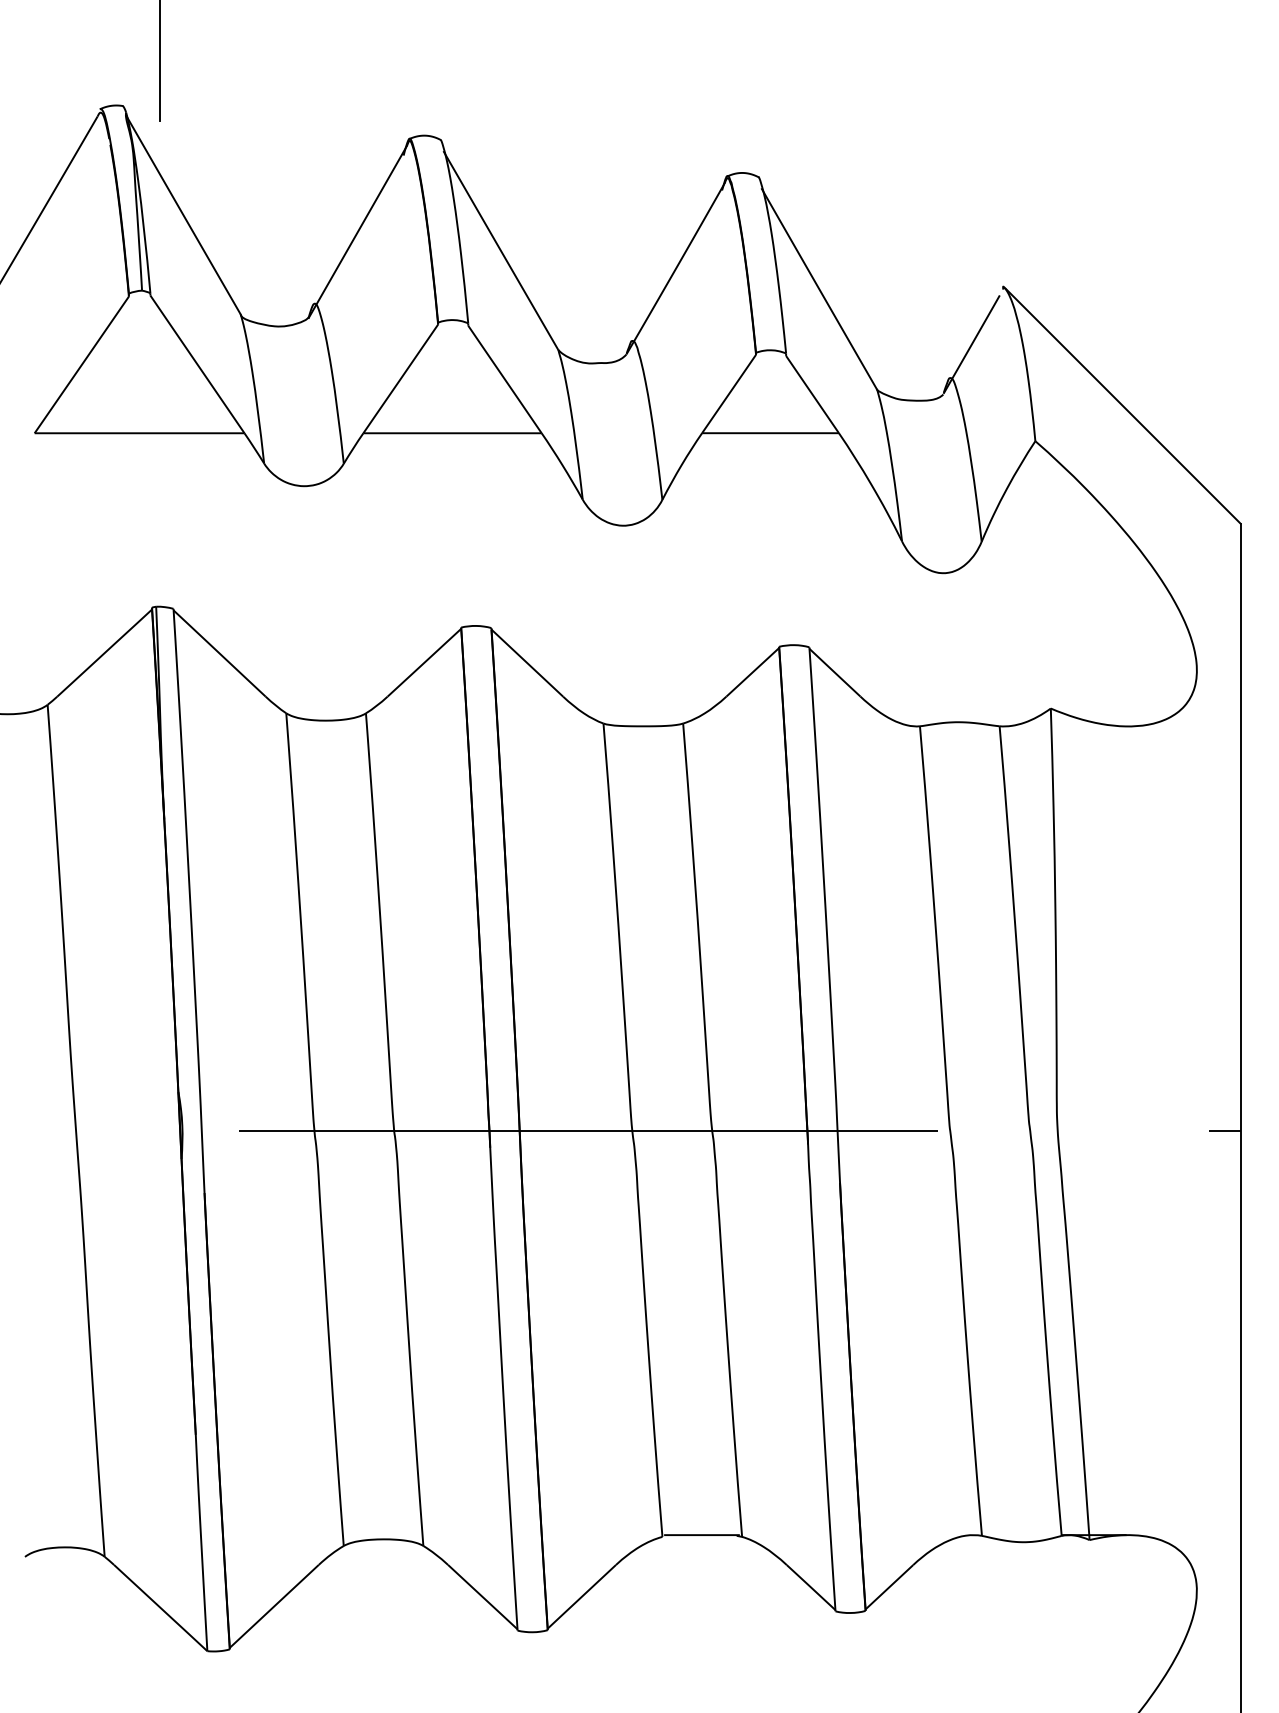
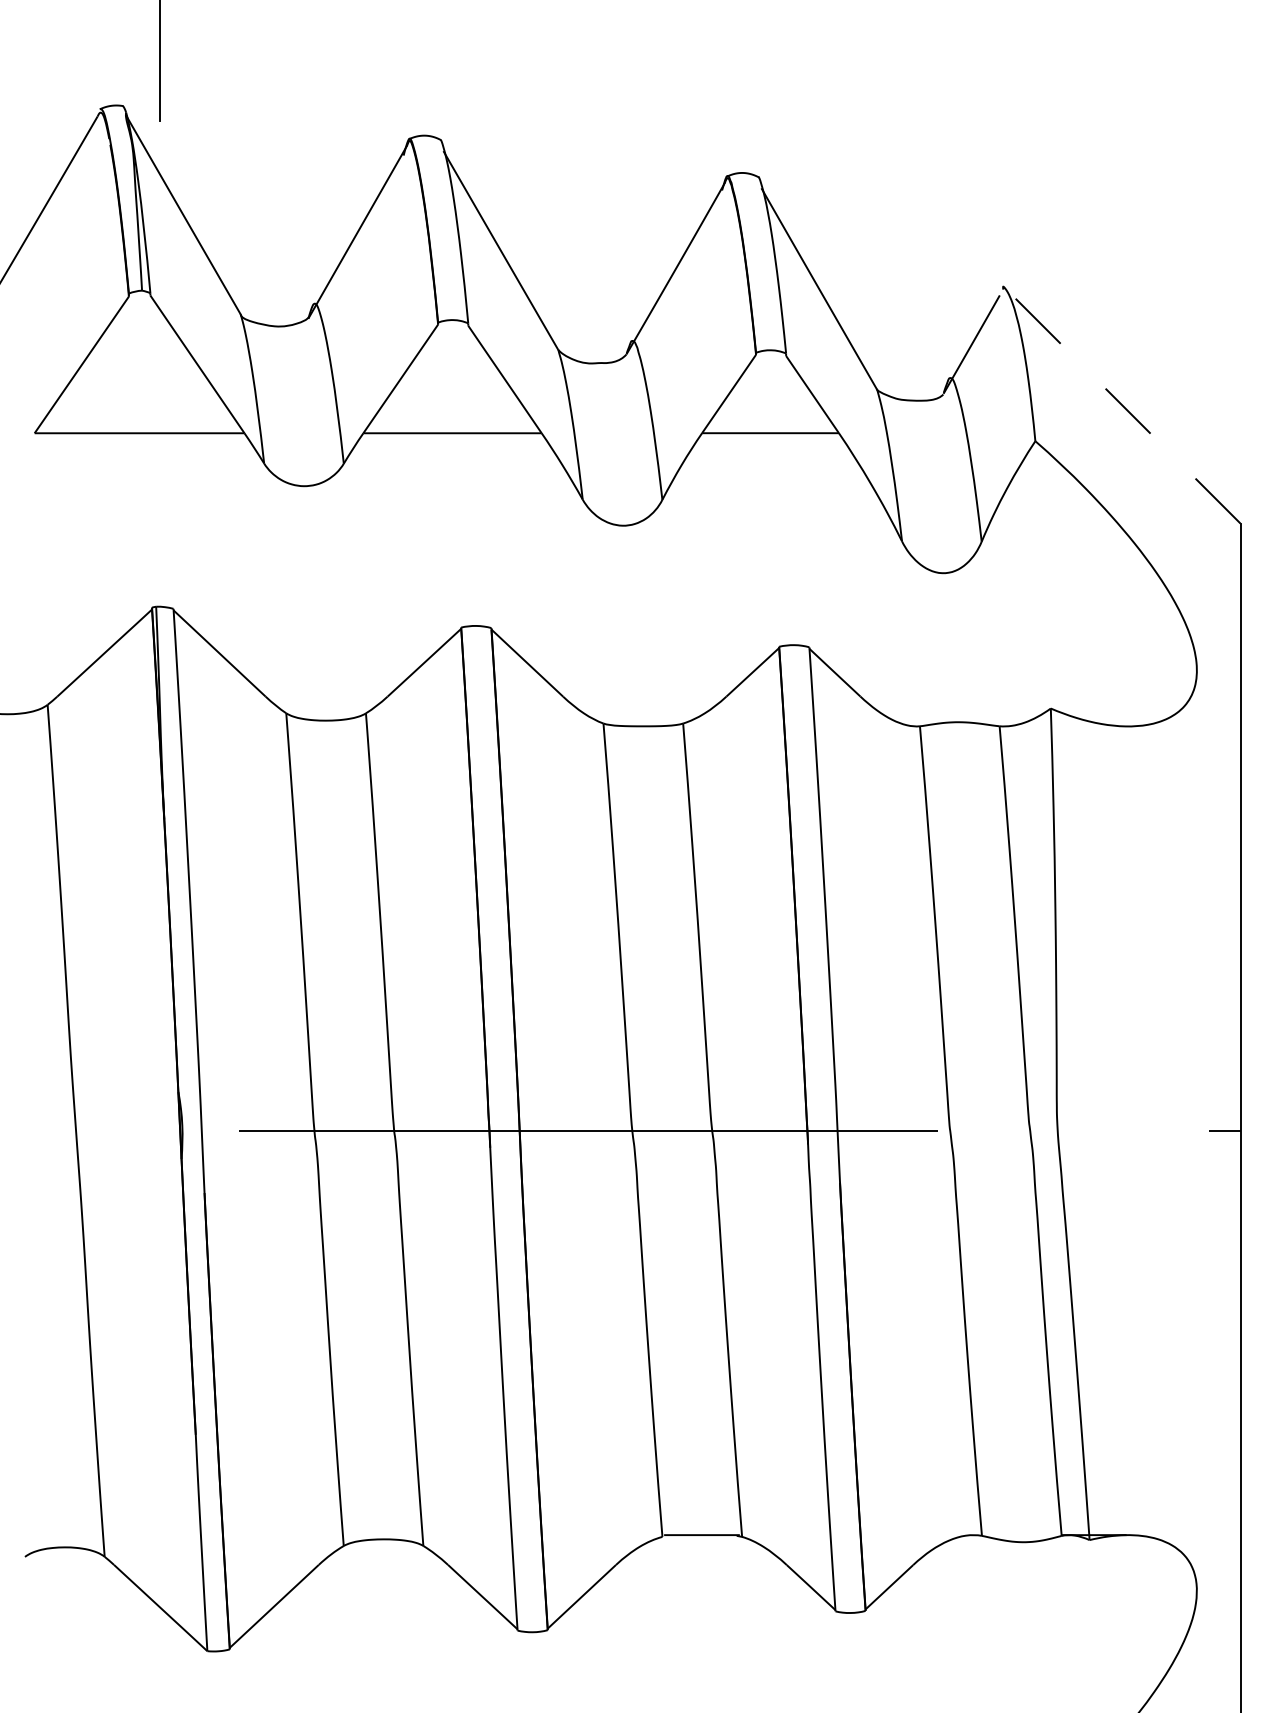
line at (1122, 405): solid -> dashed
